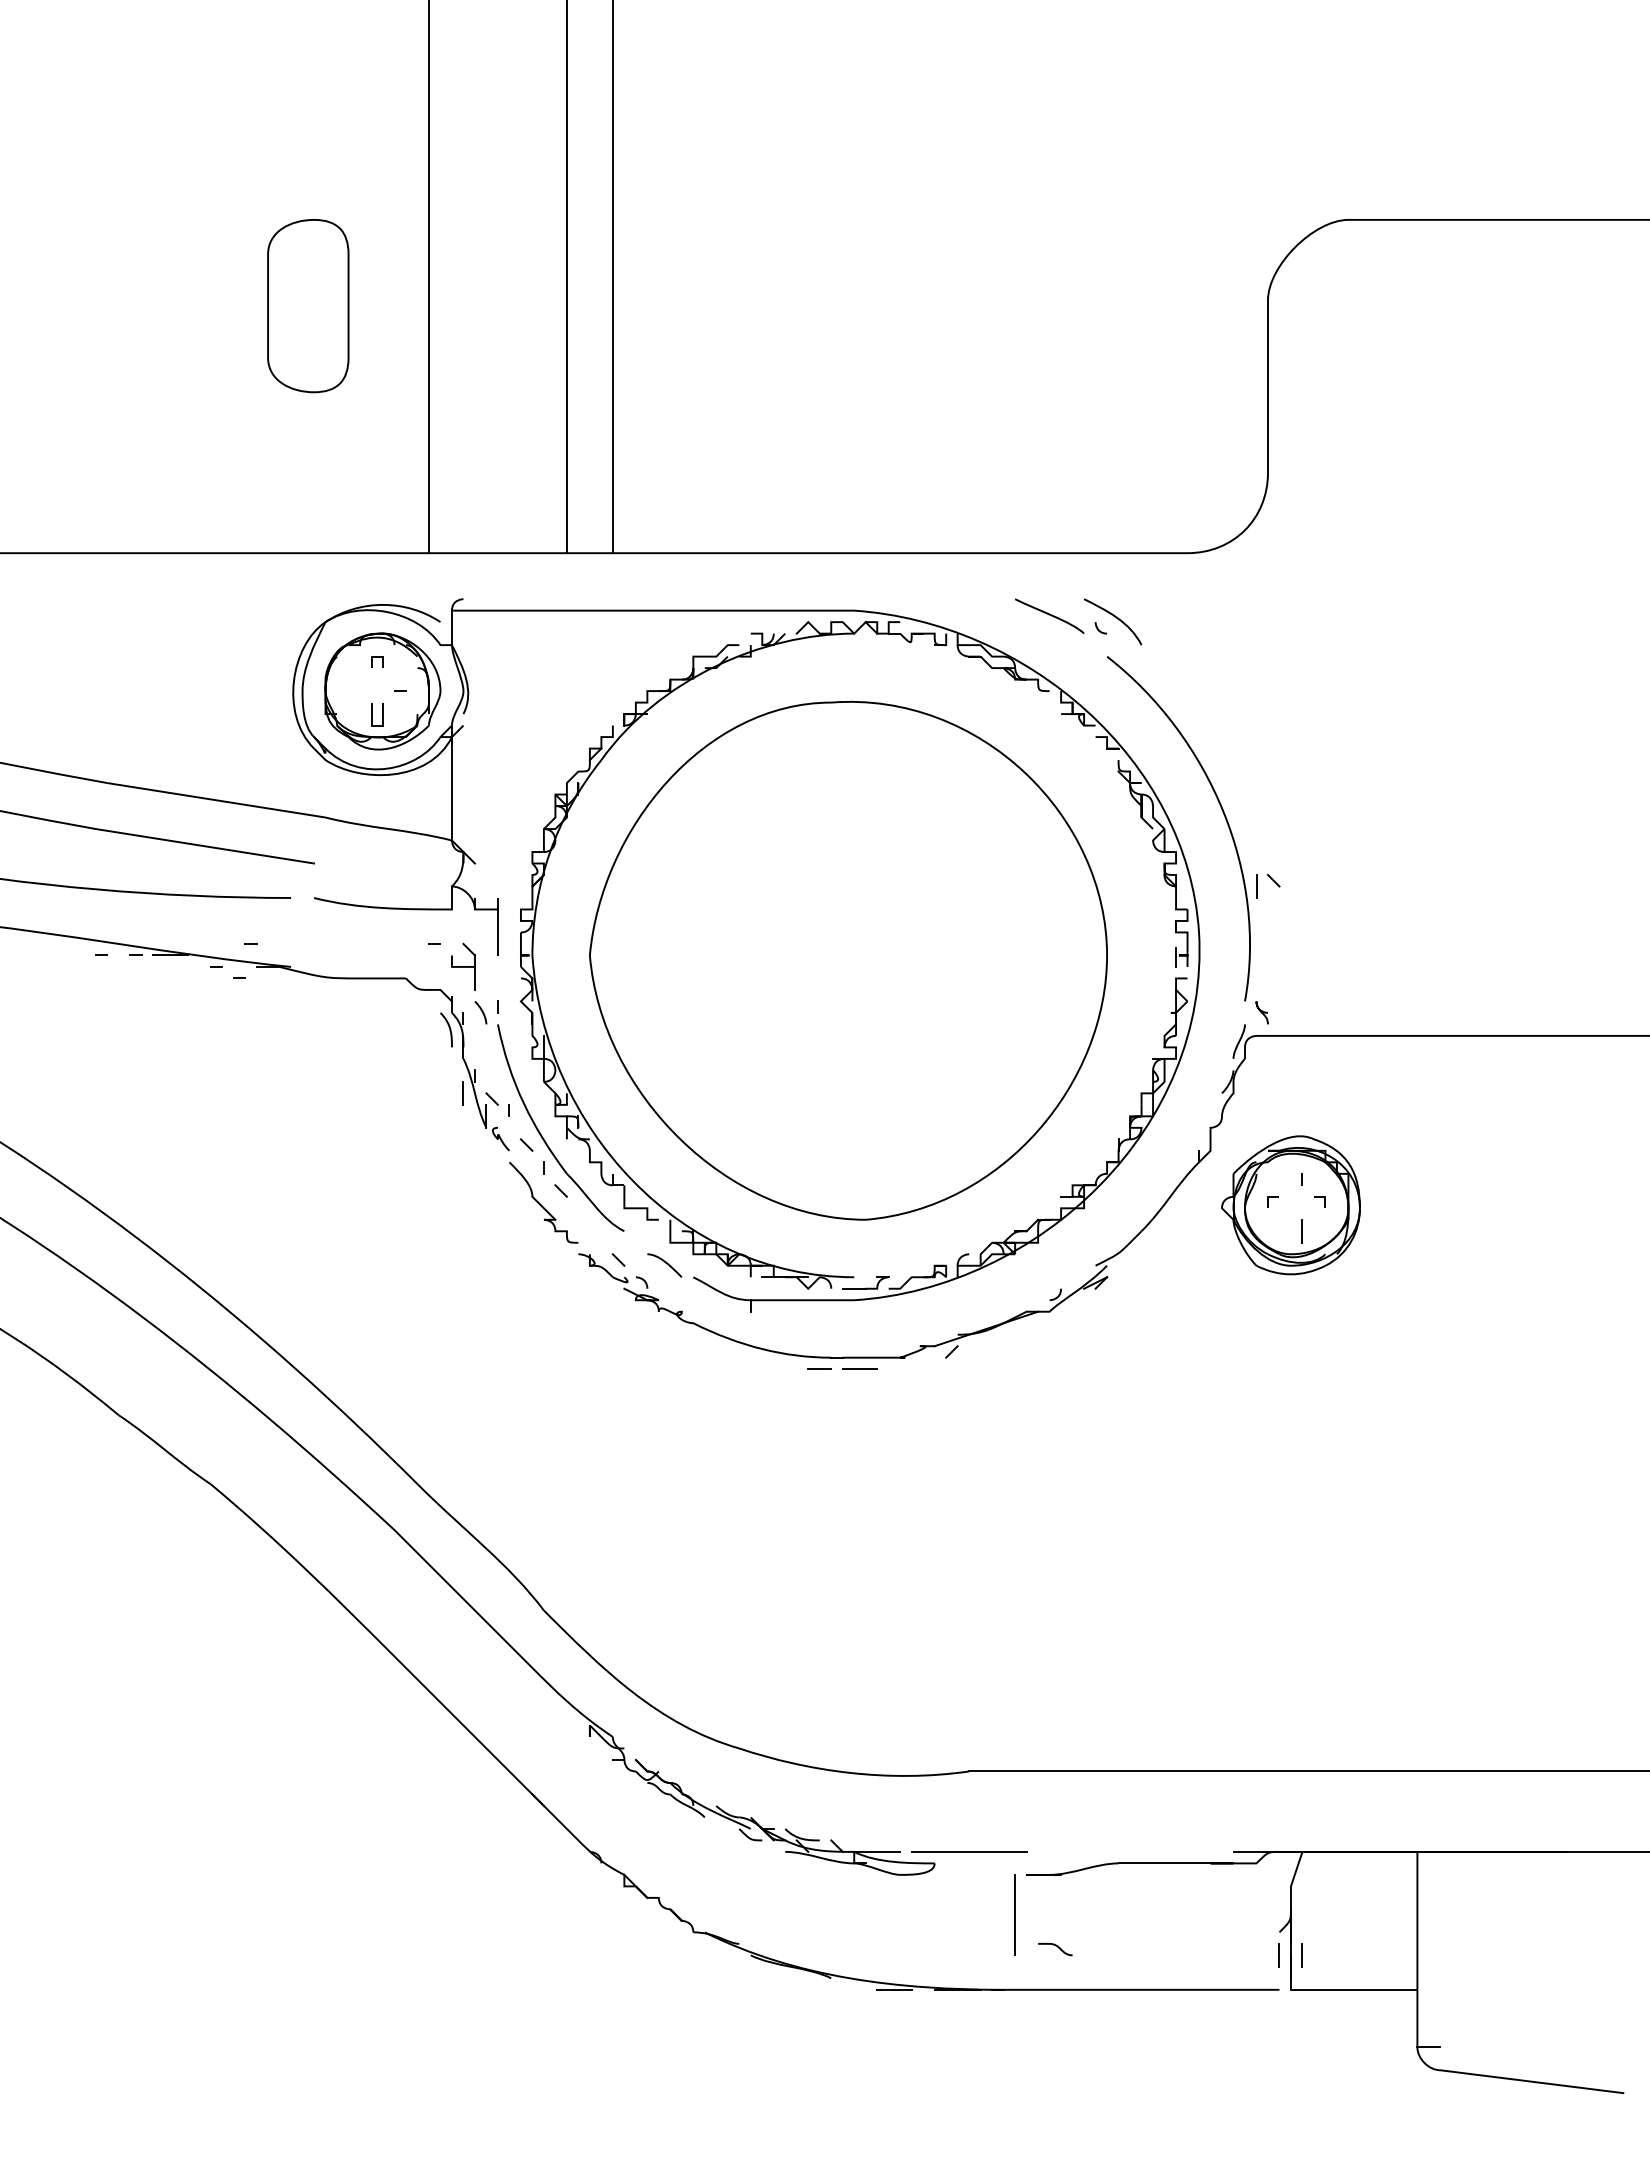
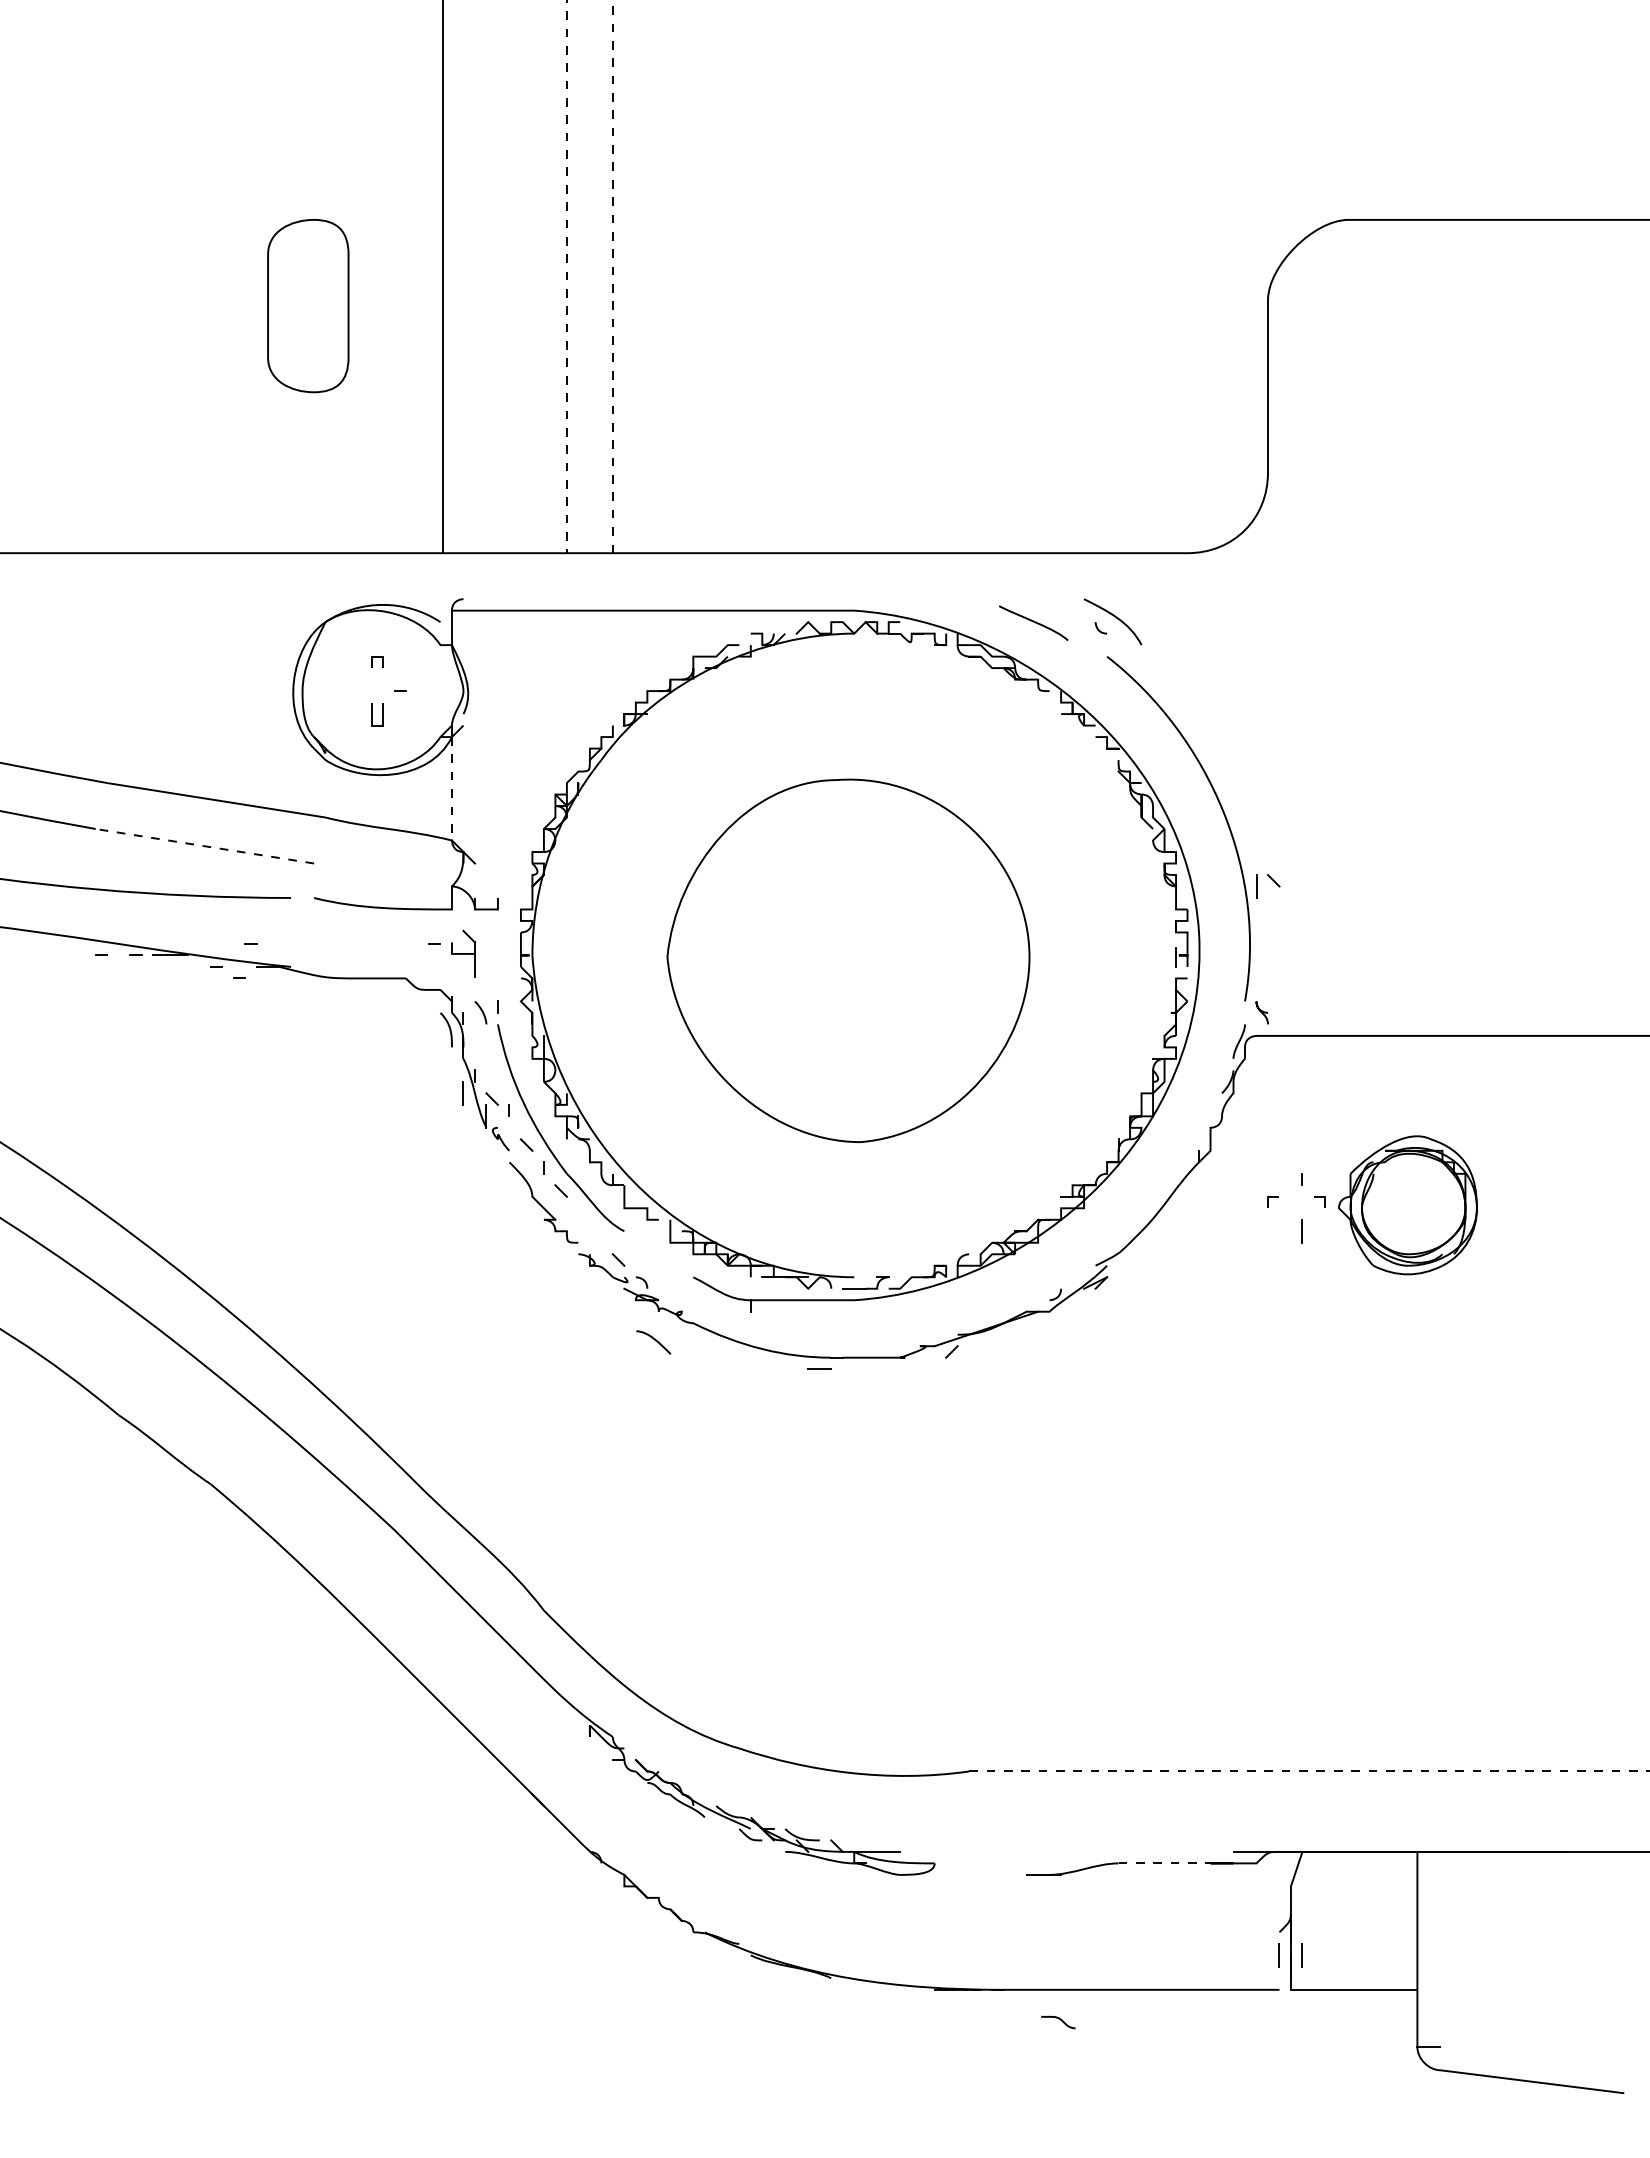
line at (612, 276): solid -> dashed
line at (428, 277) position: (428, 277) -> (442, 277)
line at (566, 277): solid -> dashed
curve at (1049, 615) position: (1049, 615) -> (1033, 622)
part at (382, 691): present -> none
line at (451, 788): solid -> dashed
line at (204, 846): solid -> dashed
line at (497, 932): present -> none
part at (848, 960) size: 519x520 px -> 365x365 px
part at (463, 966) position: (463, 966) -> (463, 953)
part at (1290, 1205) position: (1290, 1205) -> (1407, 1205)
curve at (665, 1263) position: (665, 1263) -> (654, 1340)
line at (859, 1369): present -> none
line at (1309, 1771): solid -> dashed
line at (968, 1851): present -> none
line at (1164, 1863): solid -> dashed
line at (1014, 1914): present -> none
curve at (1057, 1947) position: (1057, 1947) -> (1060, 2020)
line at (894, 1989): present -> none
